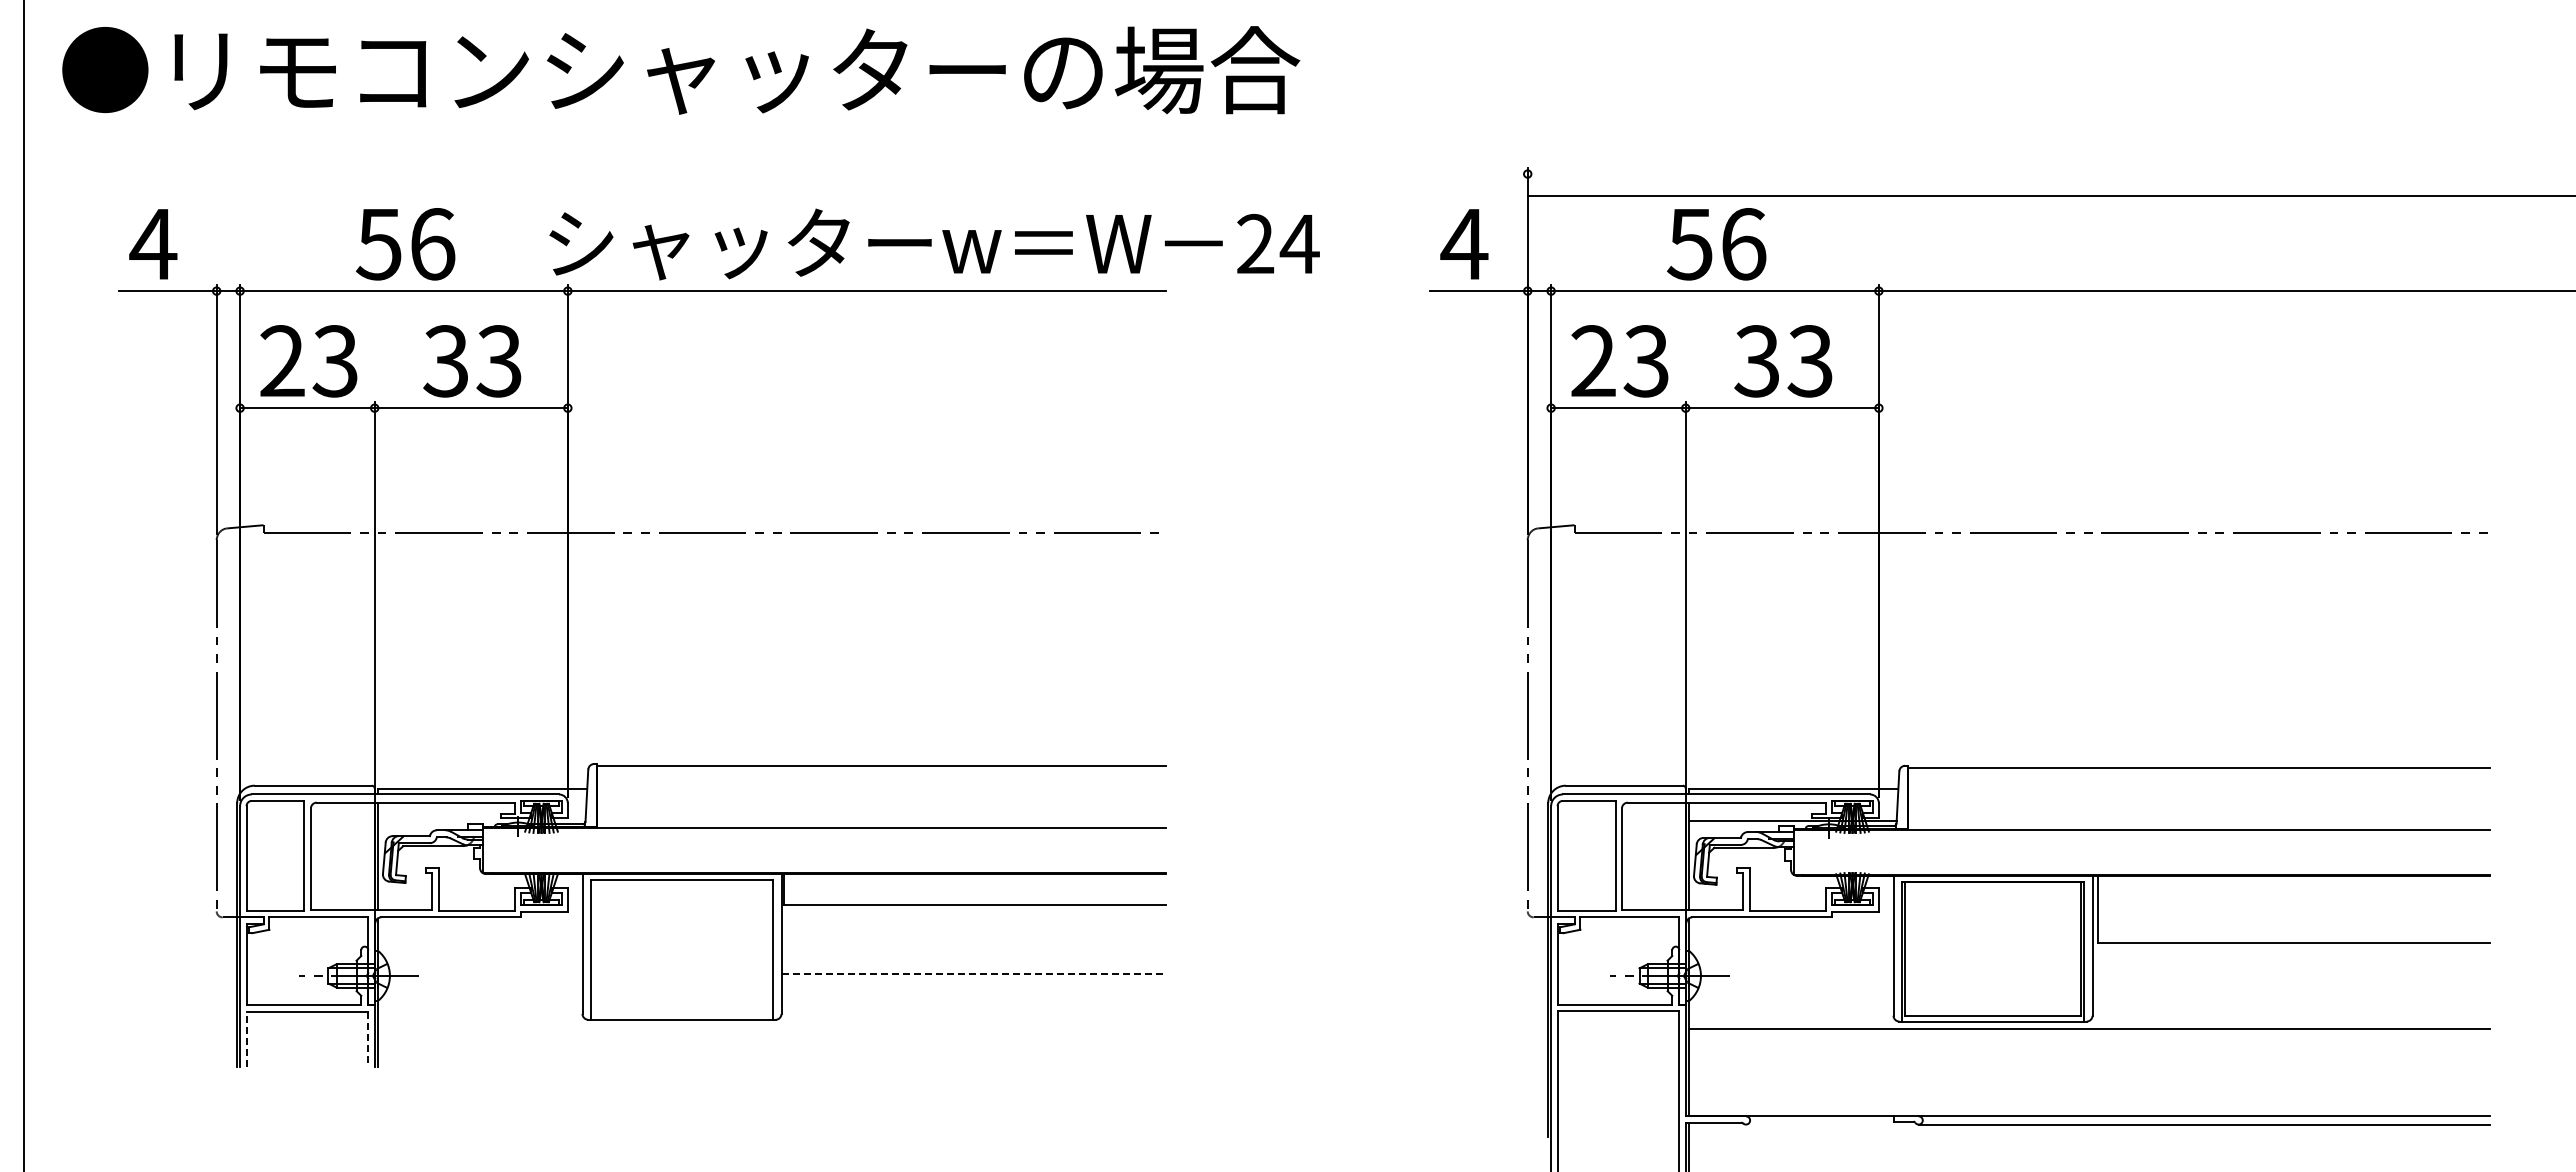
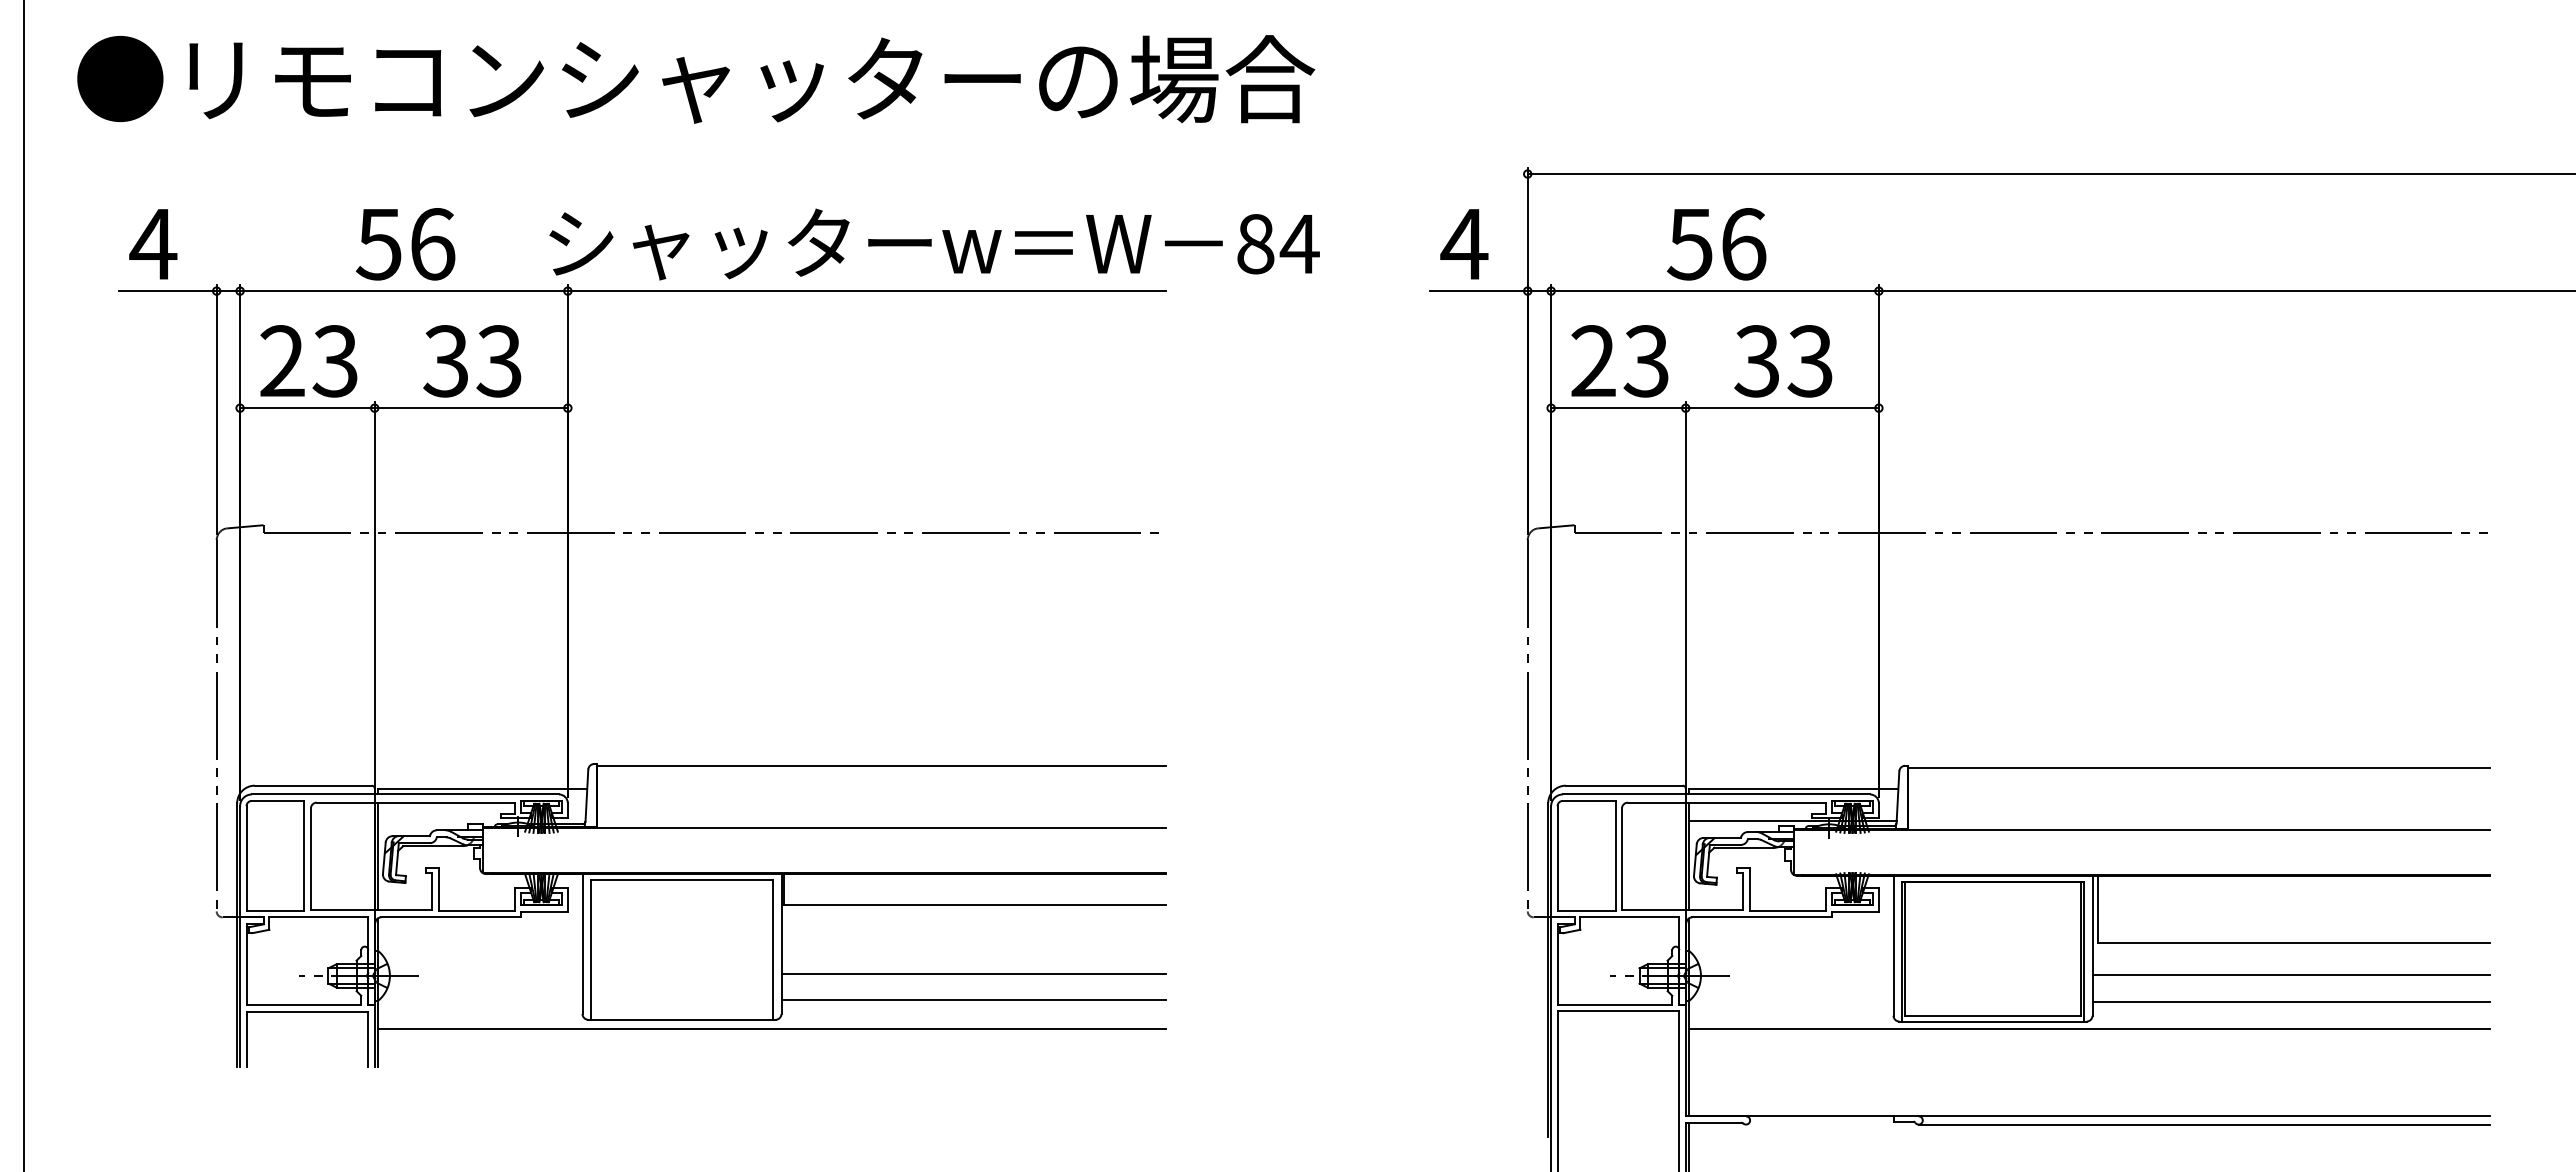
text at (681, 70) position: (681, 70) -> (696, 79)
line at (2049, 196) position: (2049, 196) -> (2049, 174)
text at (1255, 243): 24 -> 84
line at (974, 973): dashed -> solid
line at (2290, 975): none -> present
line at (973, 999): none -> present
line at (2290, 1001): none -> present
line at (771, 1028): none -> present
line at (246, 1039): dashed -> solid
line at (368, 1039): dashed -> solid
